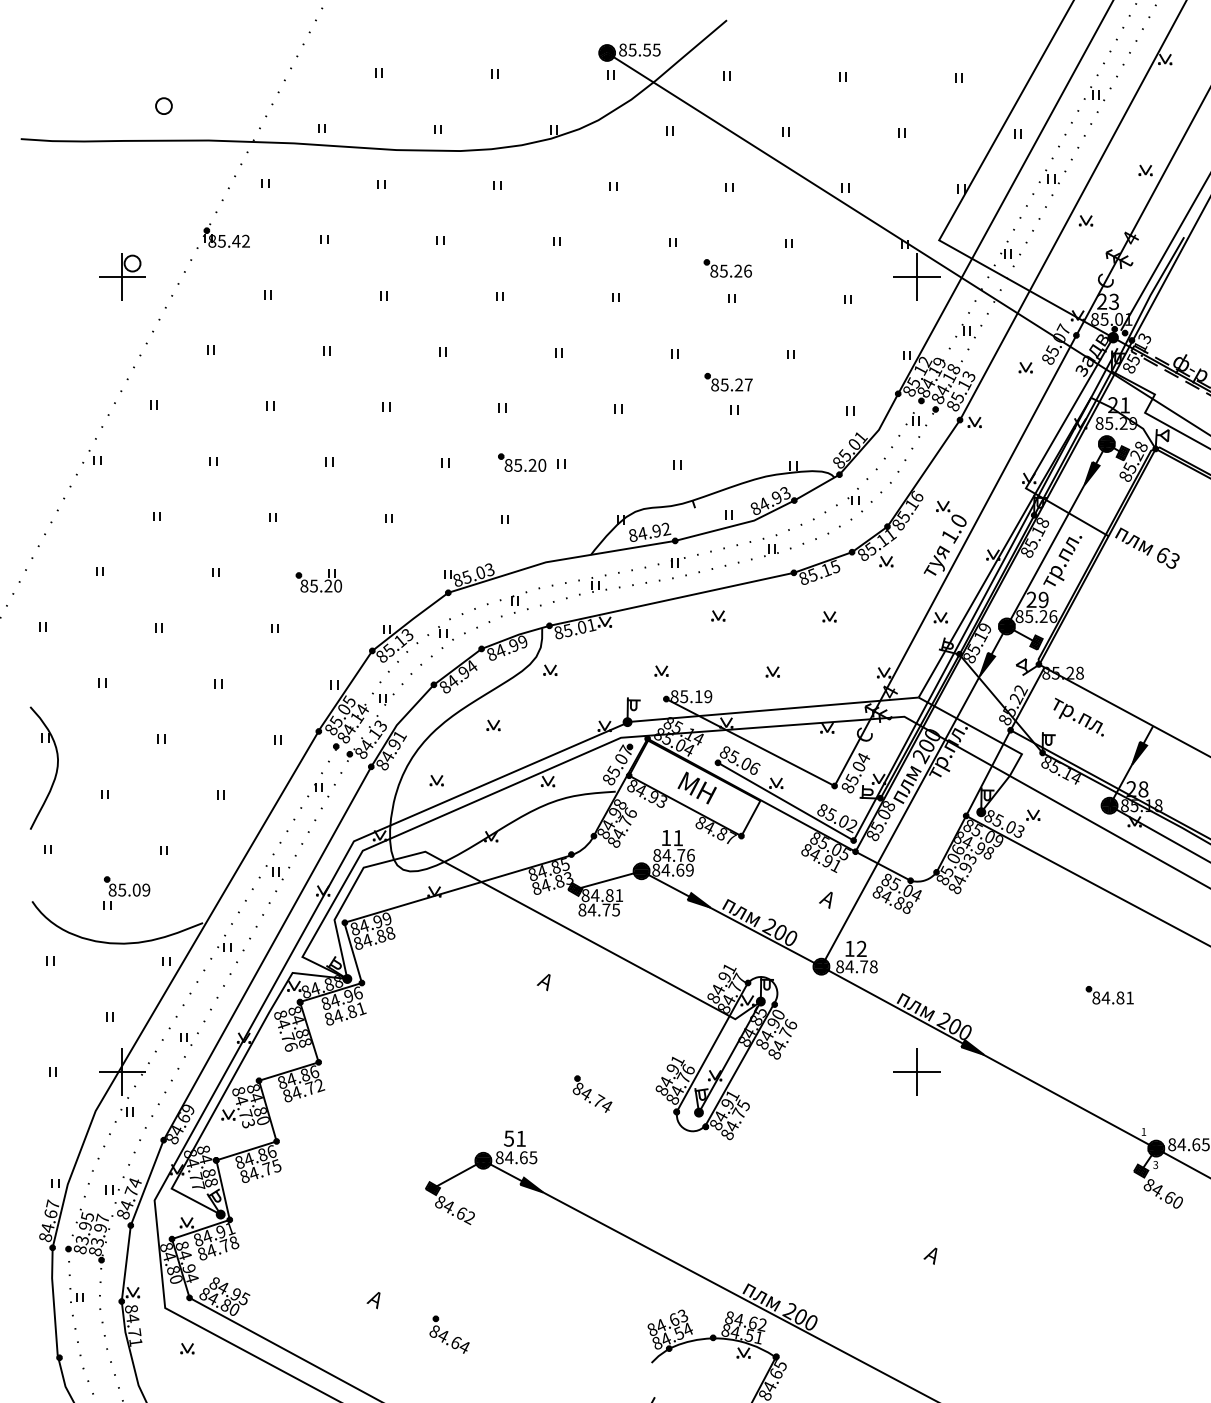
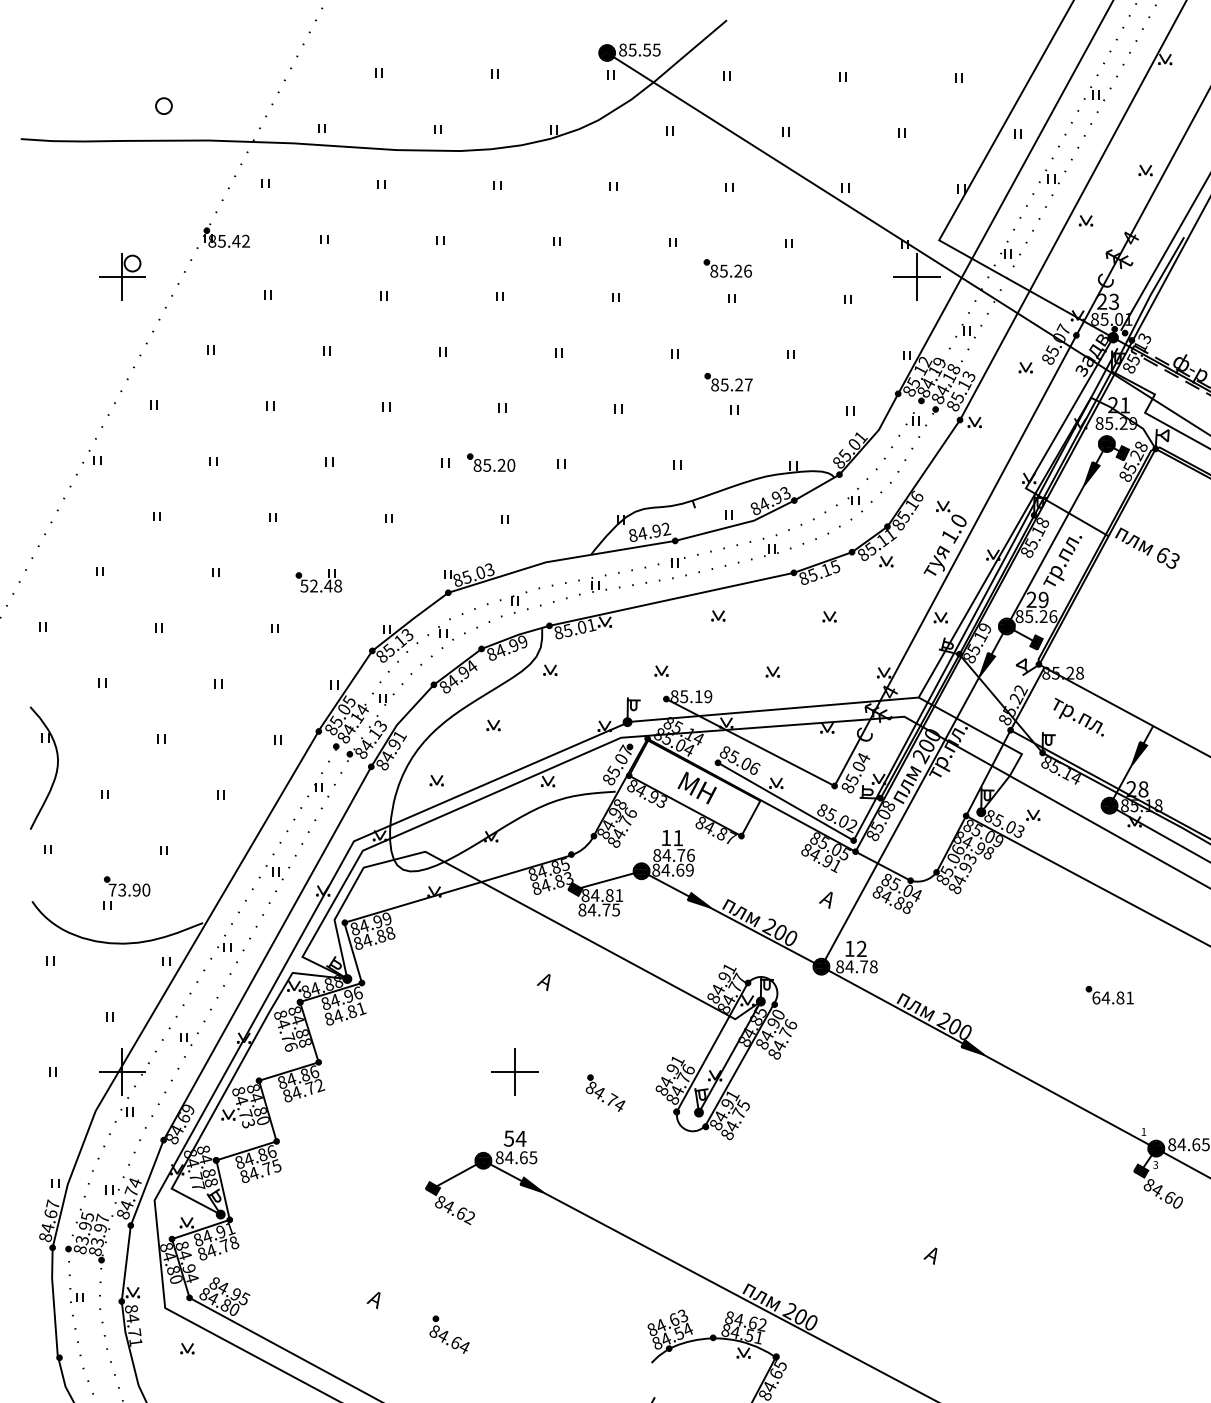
part at (522, 462) position: (522, 462) -> (491, 462)
text at (321, 585): 85.20 -> 52.48
text at (129, 889): 85.09 -> 73.90
text at (1096, 997): 84.81 -> 64.81
part at (916, 1071) position: (916, 1071) -> (514, 1071)
part at (592, 1093) position: (592, 1093) -> (605, 1092)
text at (520, 1138): 51 -> 54
